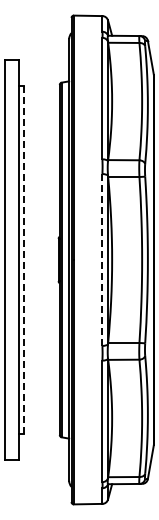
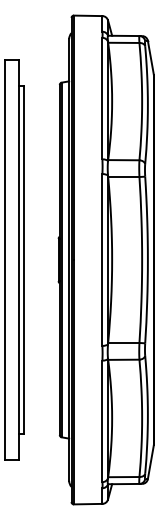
line at (24, 260): dashed -> solid
line at (102, 260): dashed -> solid
